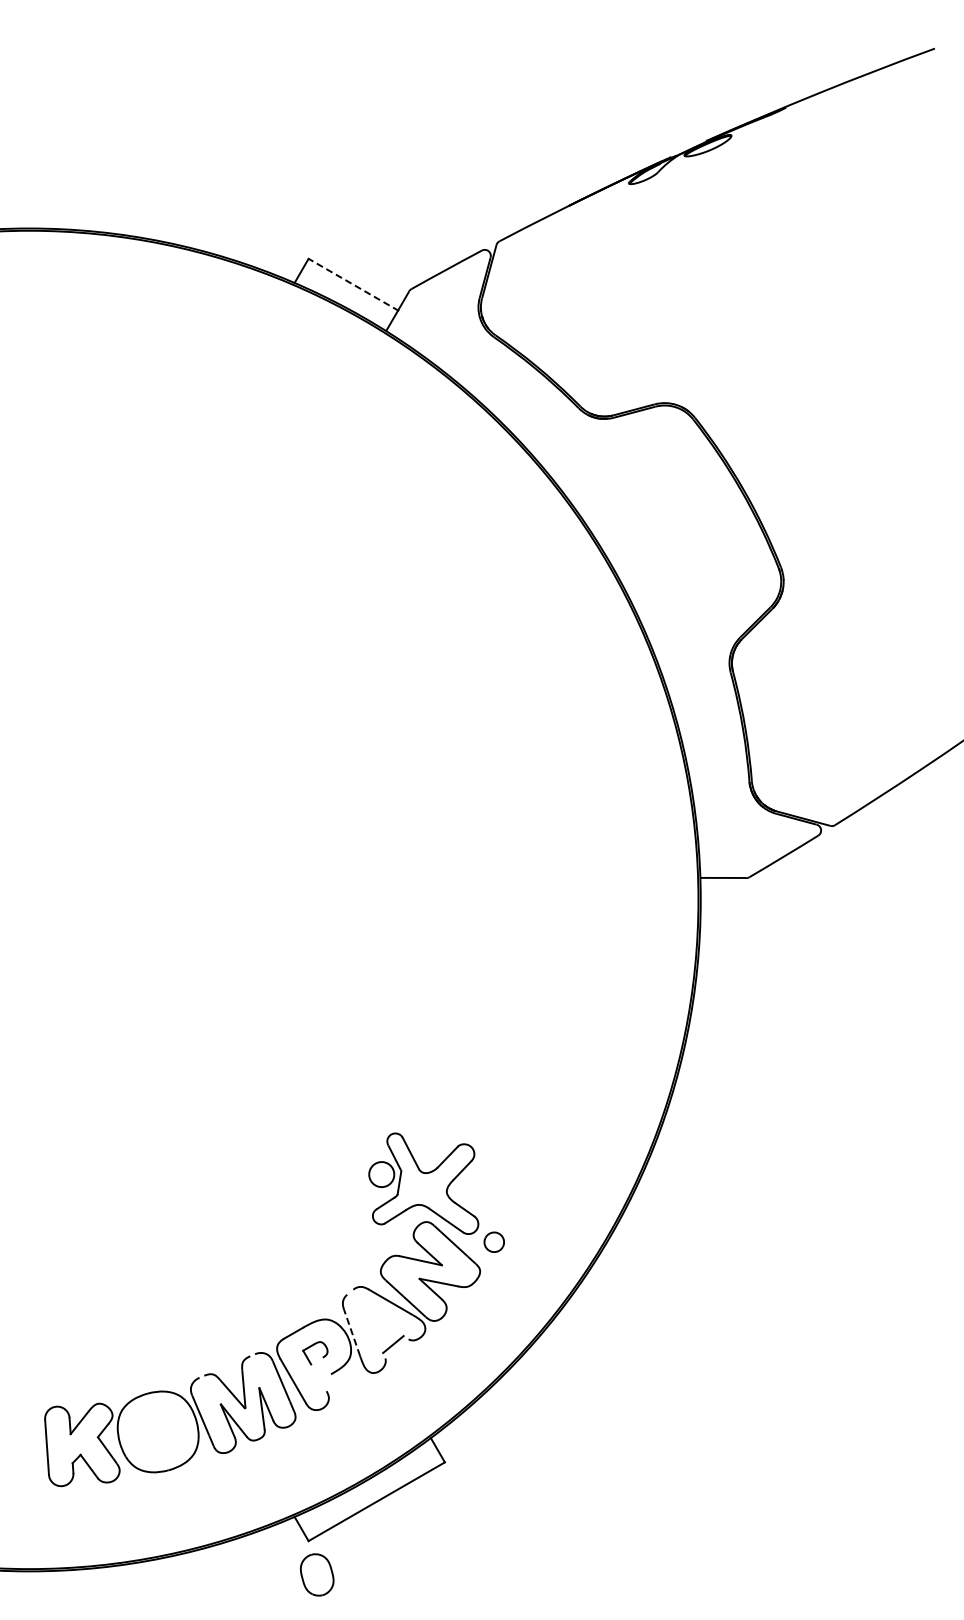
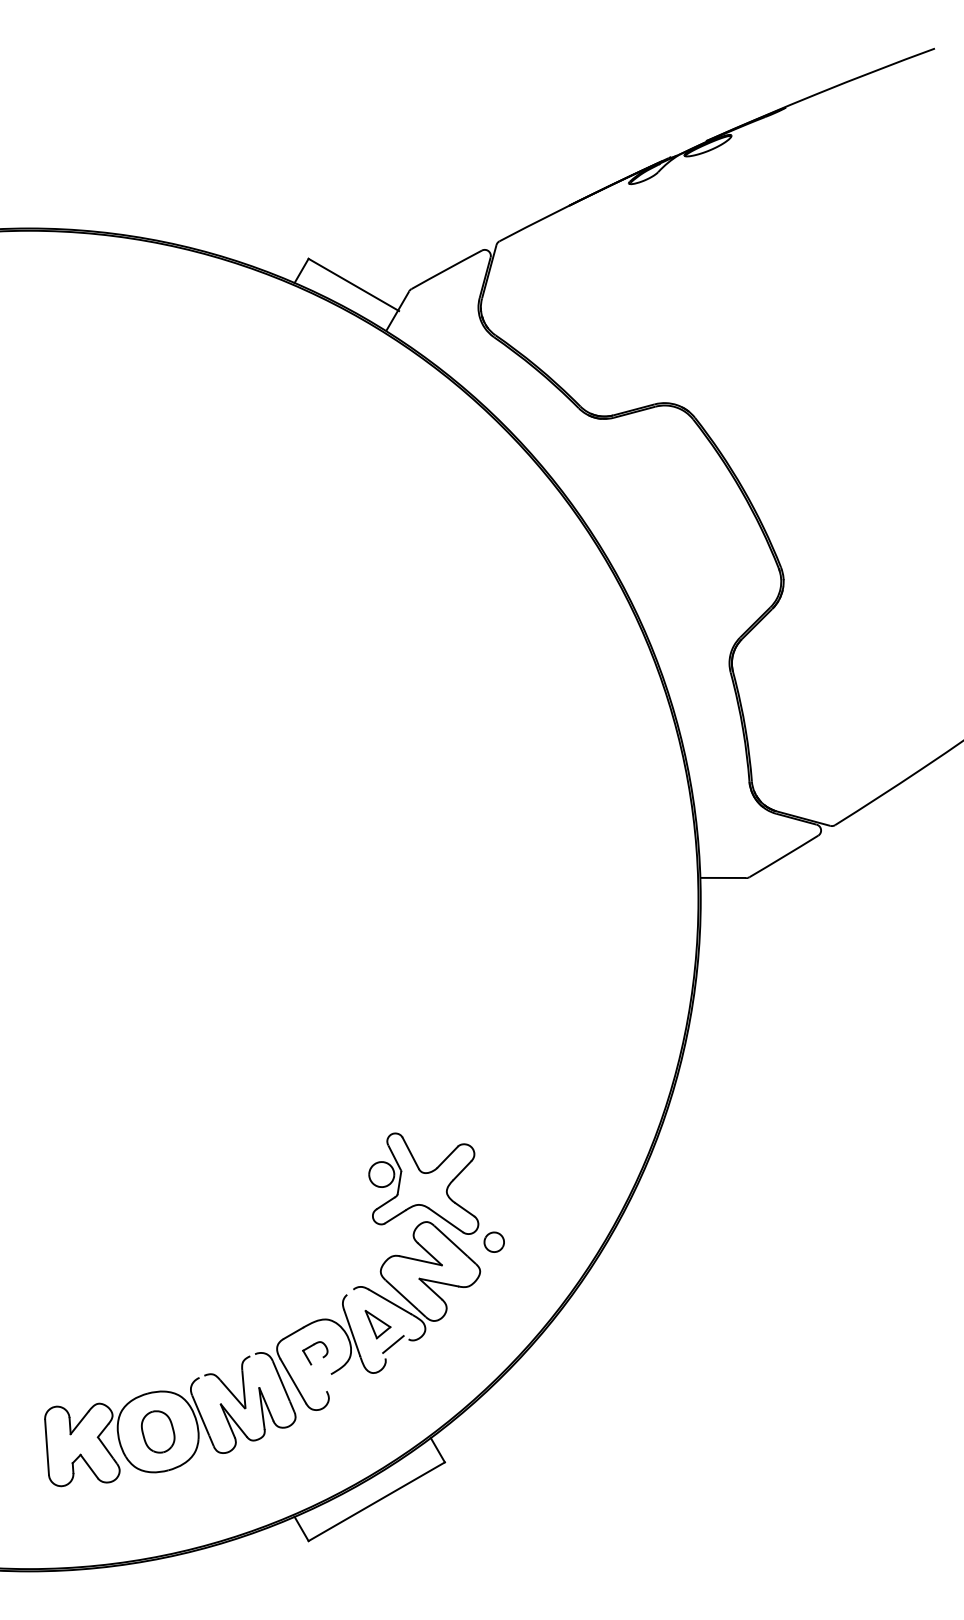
line at (353, 284): dashed -> solid
part at (377, 1324): none -> present
line at (351, 1332): dashed -> solid
part at (317, 1574) position: (317, 1574) -> (158, 1431)
